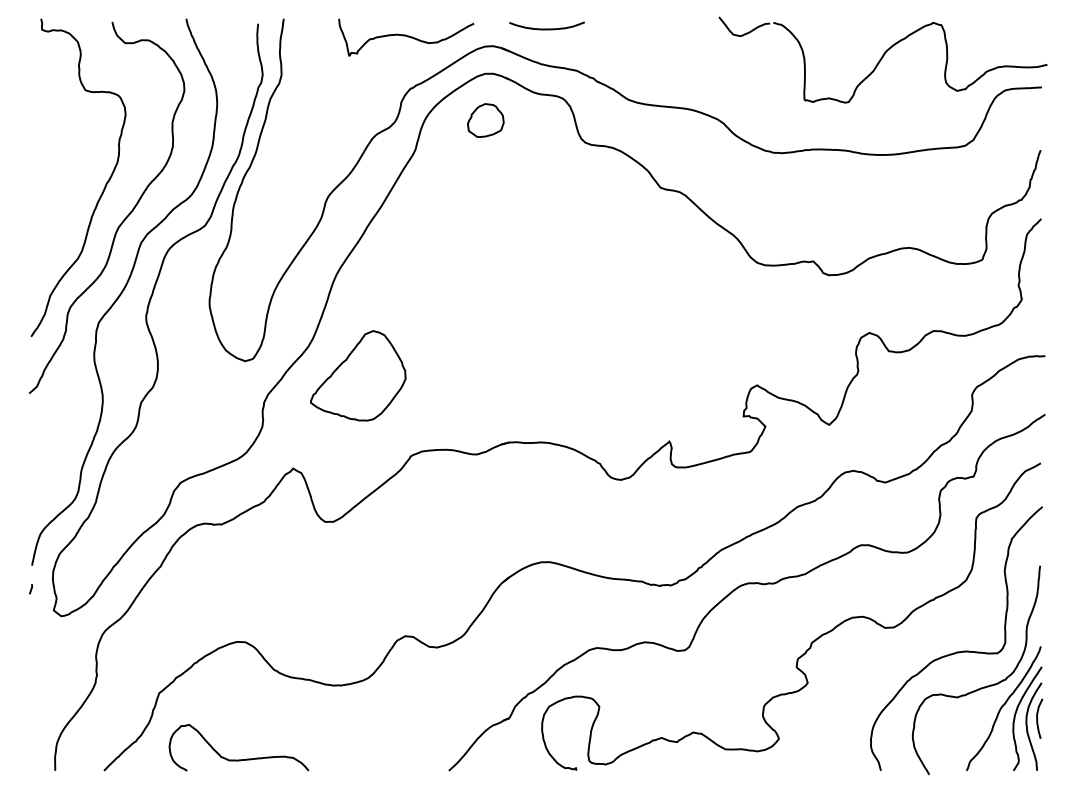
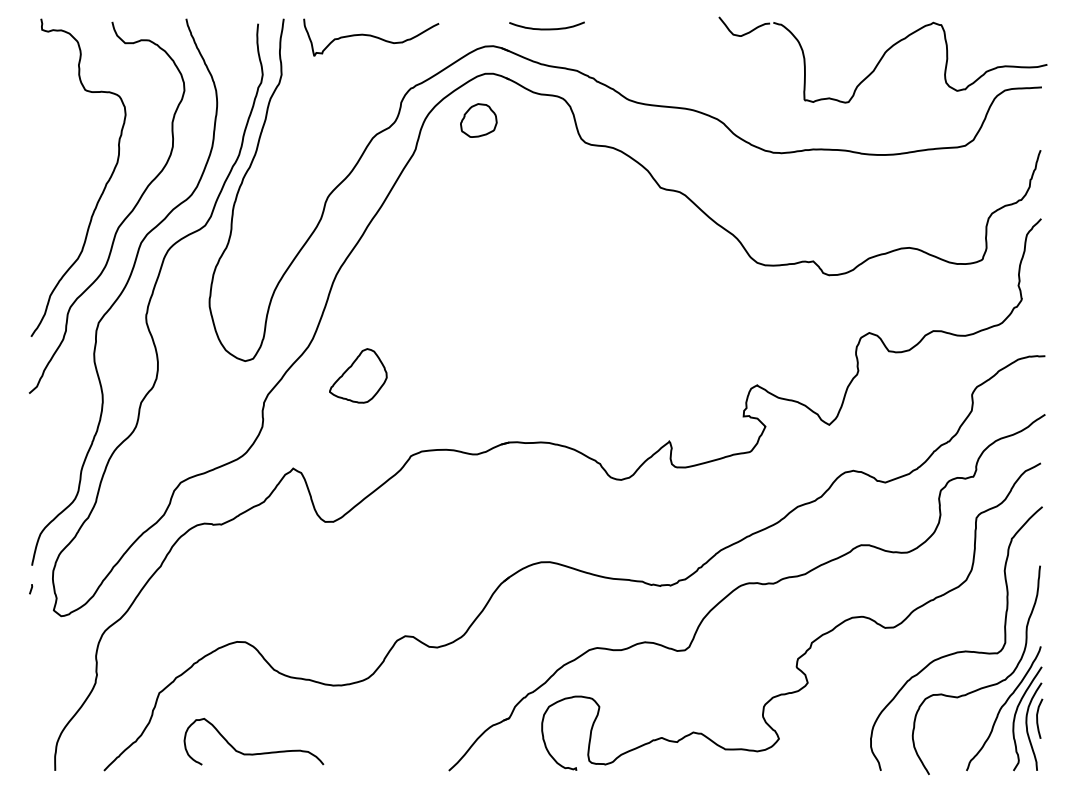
curve at (406, 36) position: (406, 36) -> (371, 36)
part at (485, 120) position: (485, 120) -> (478, 120)
part at (358, 375) size: 97x92 px -> 59x56 px
curve at (238, 759) position: (238, 759) -> (253, 753)
